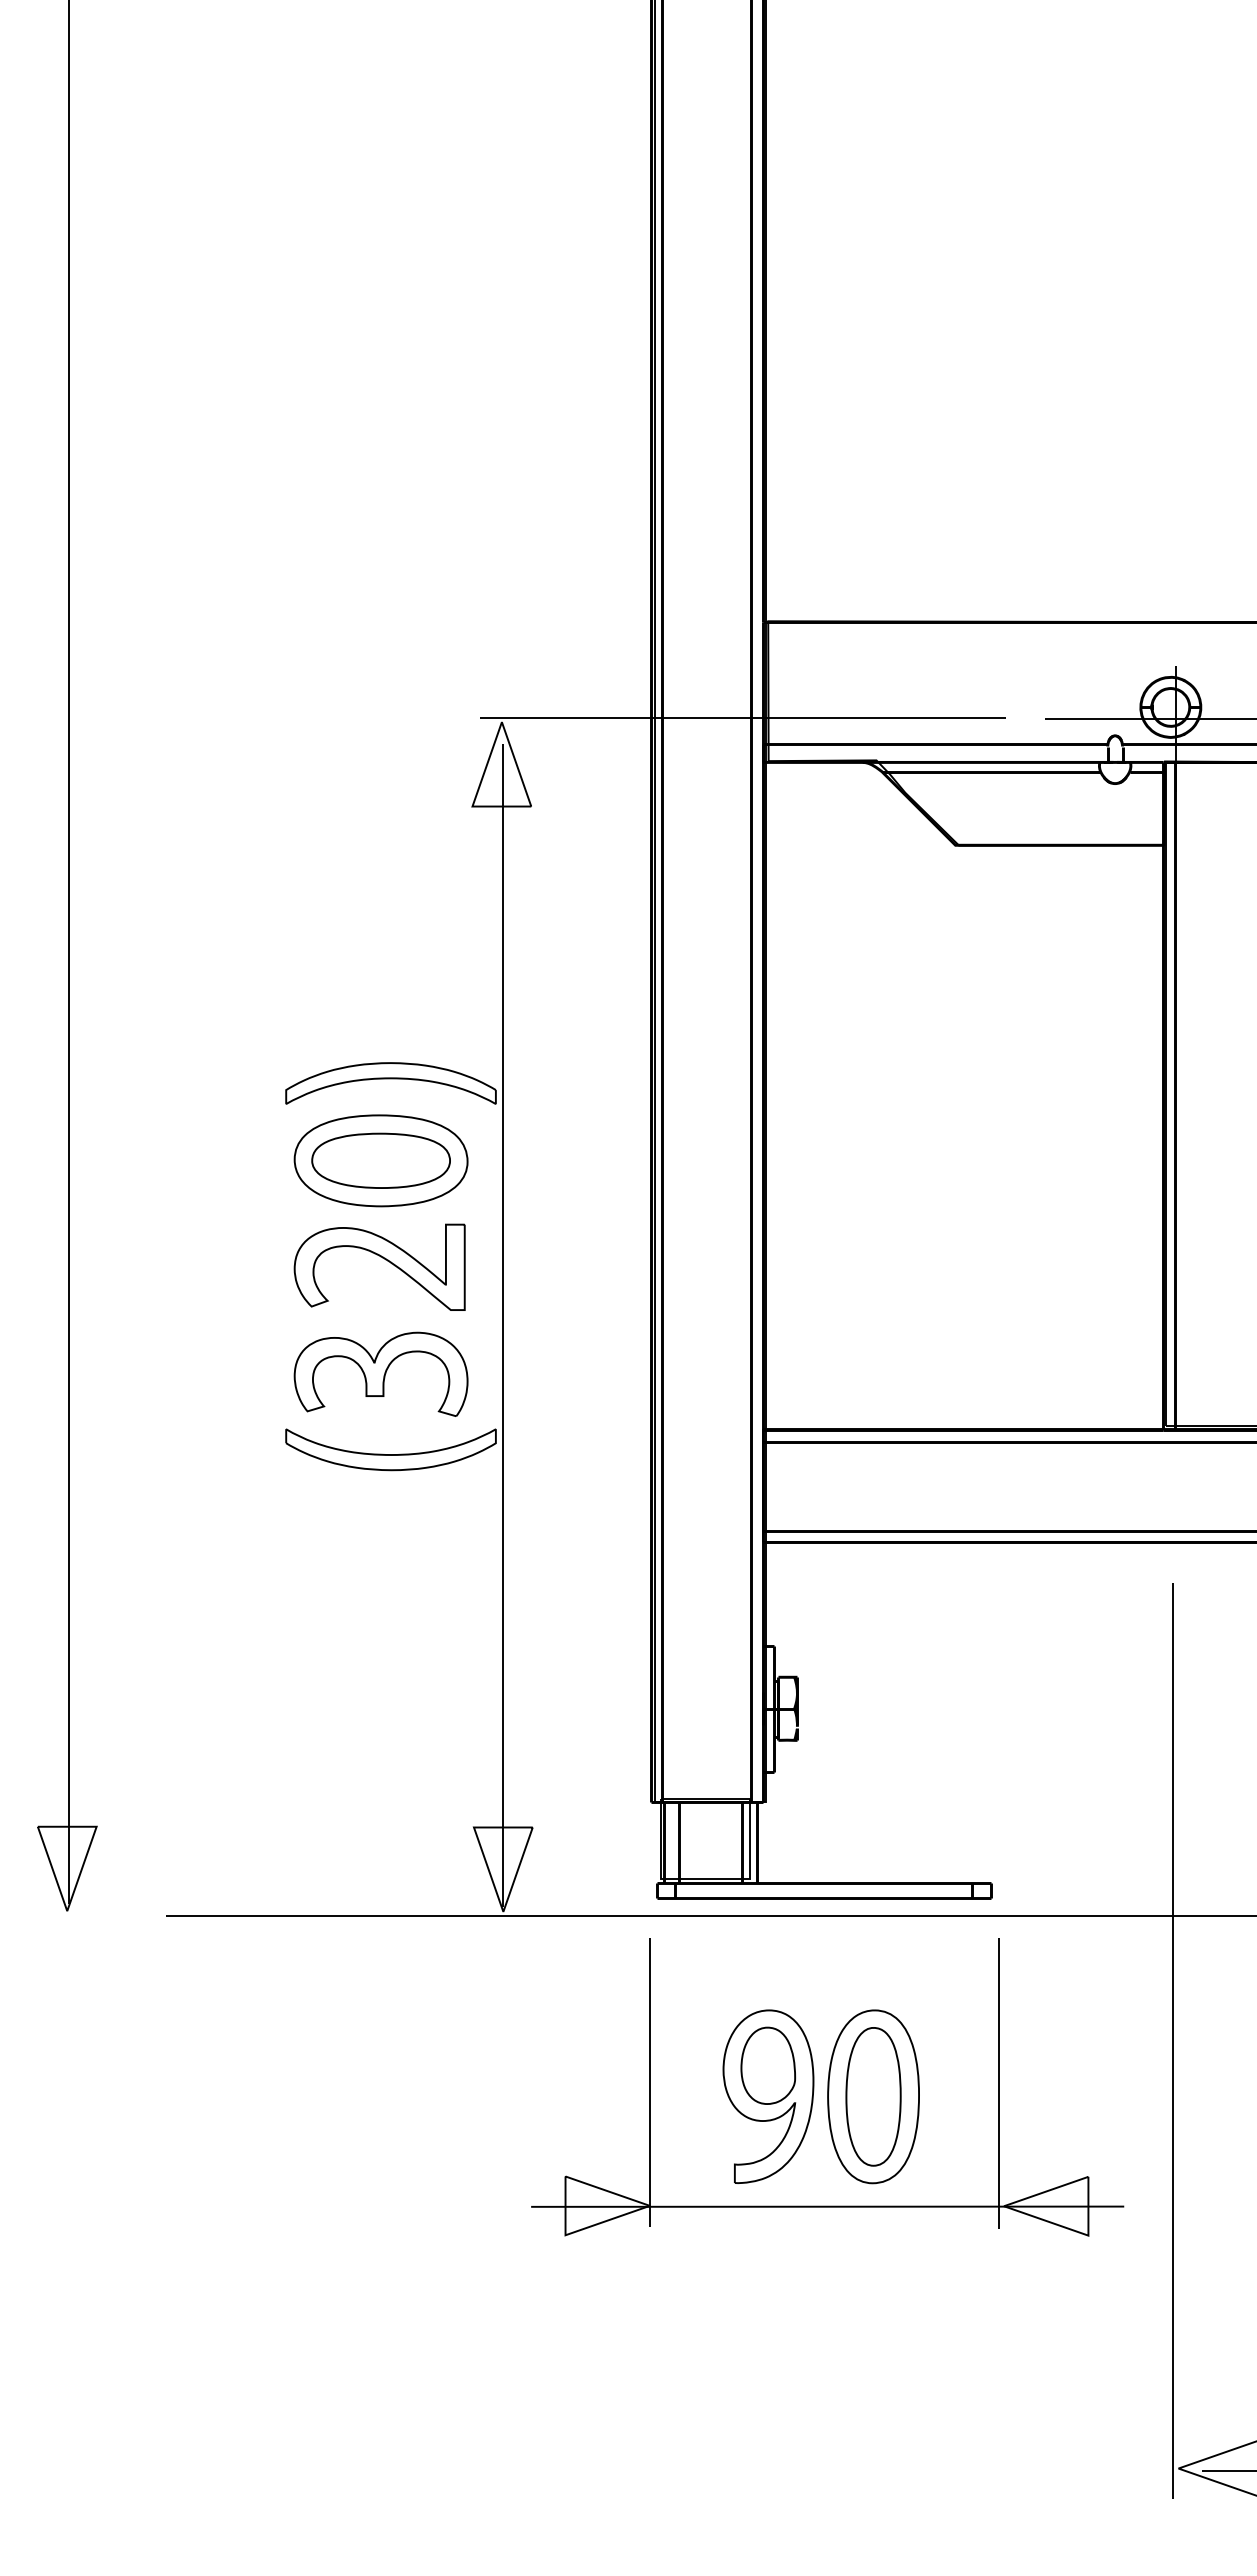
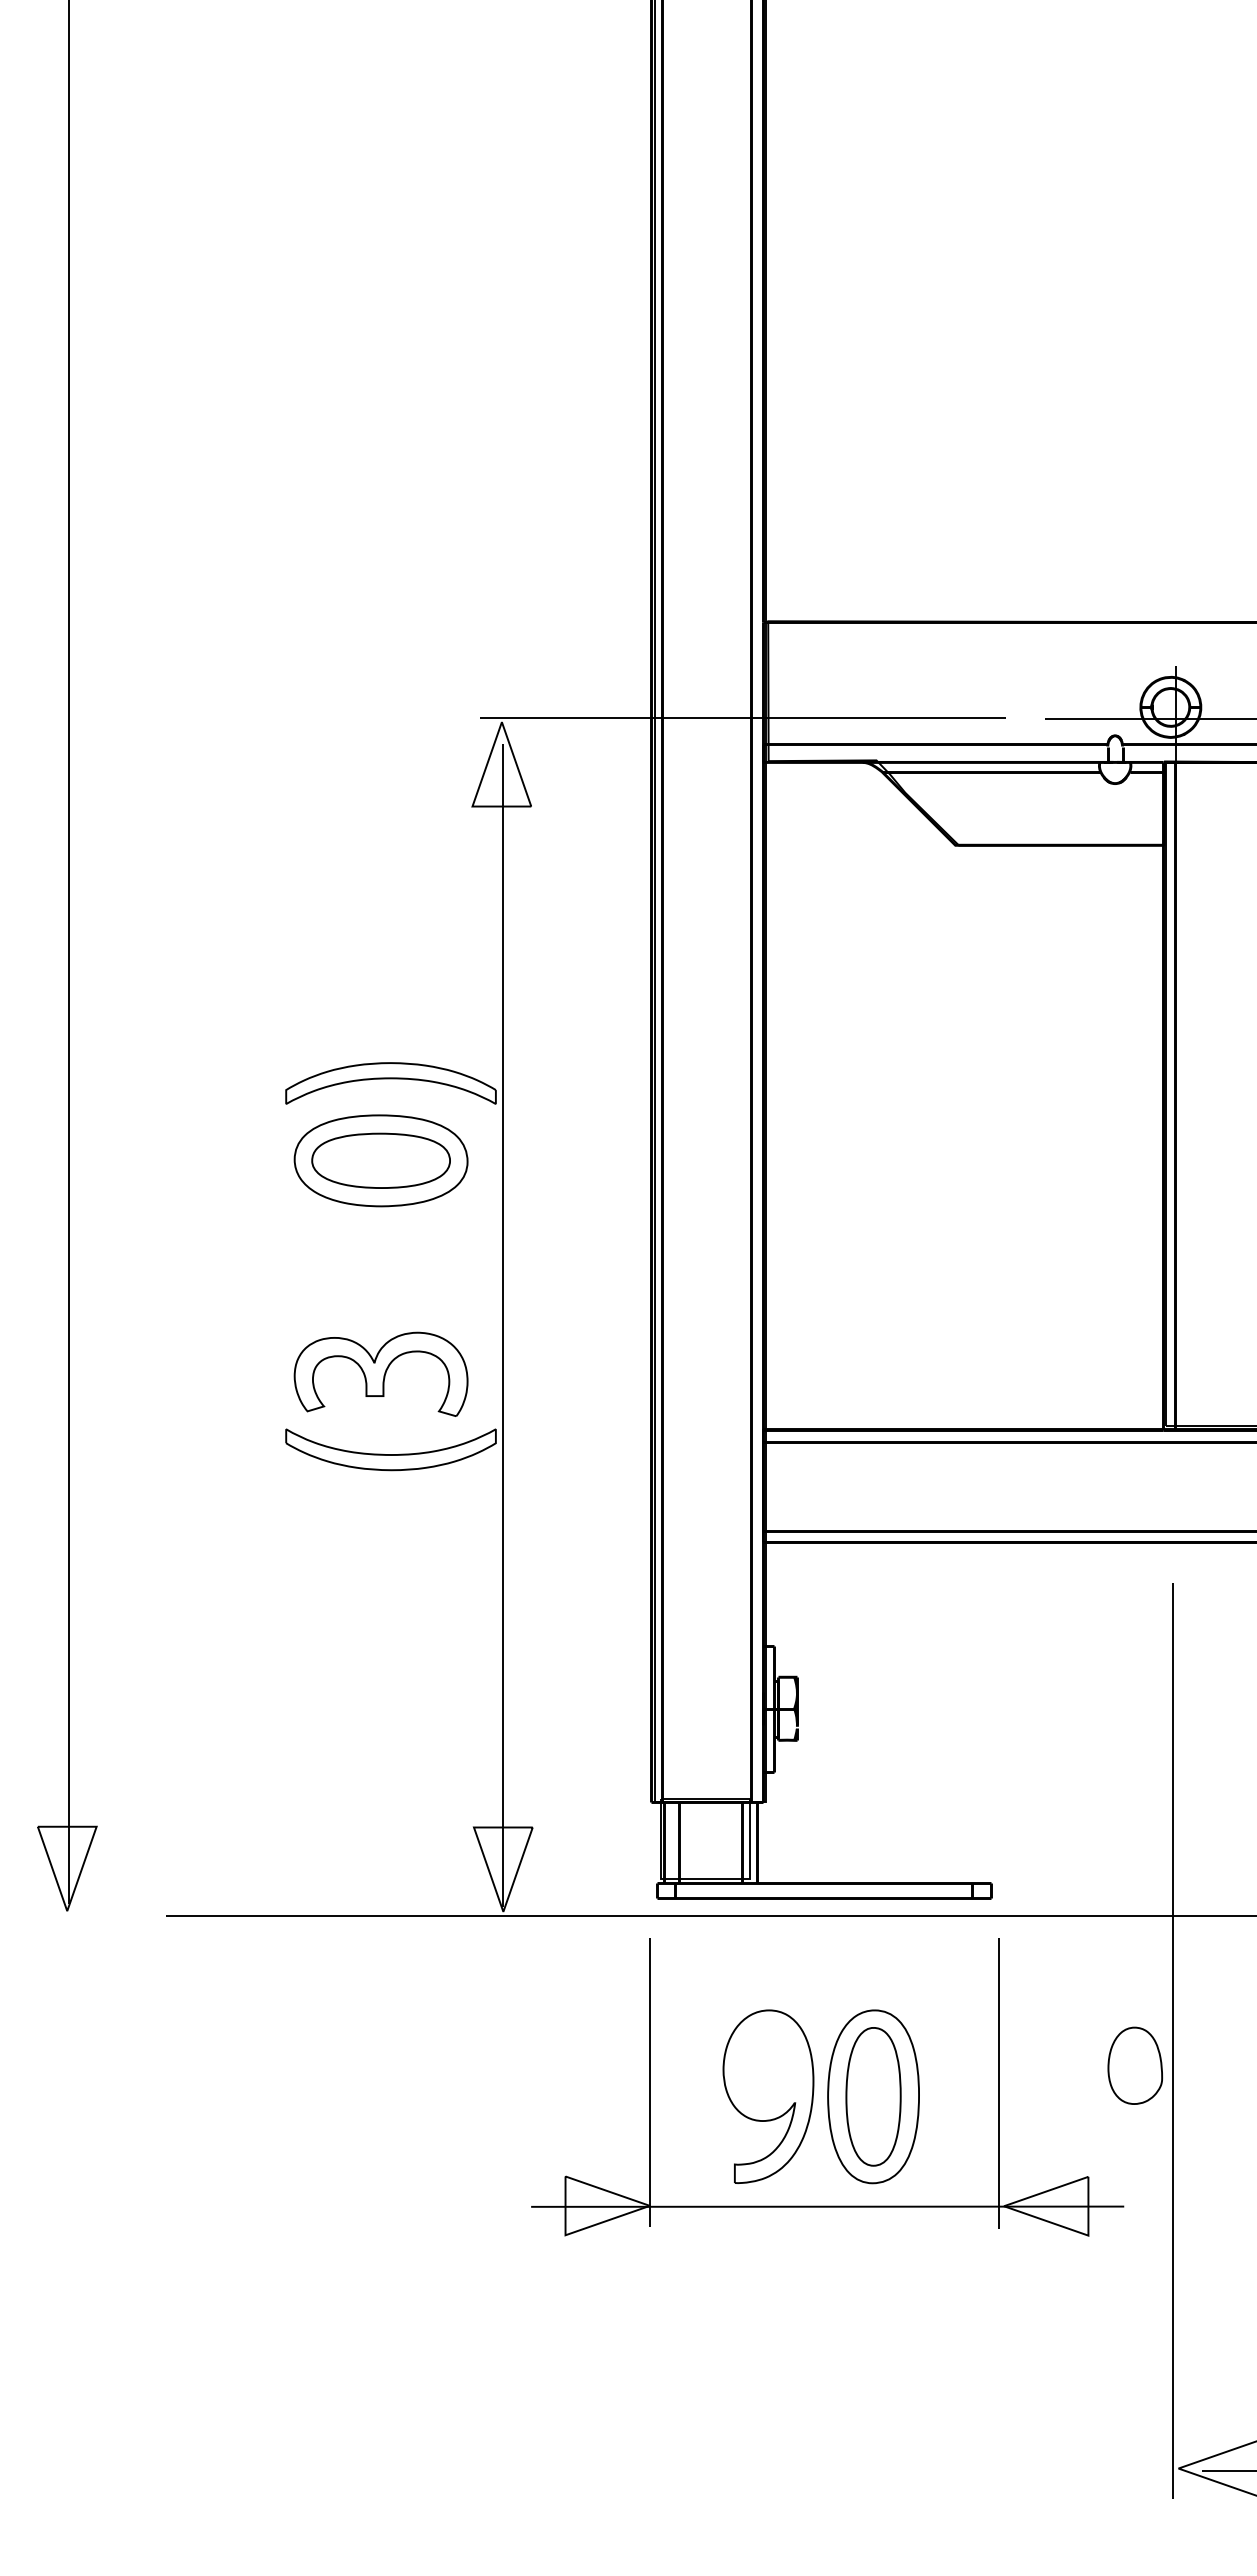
part at (385, 1260): present -> none
part at (767, 2065) position: (767, 2065) -> (1134, 2065)
